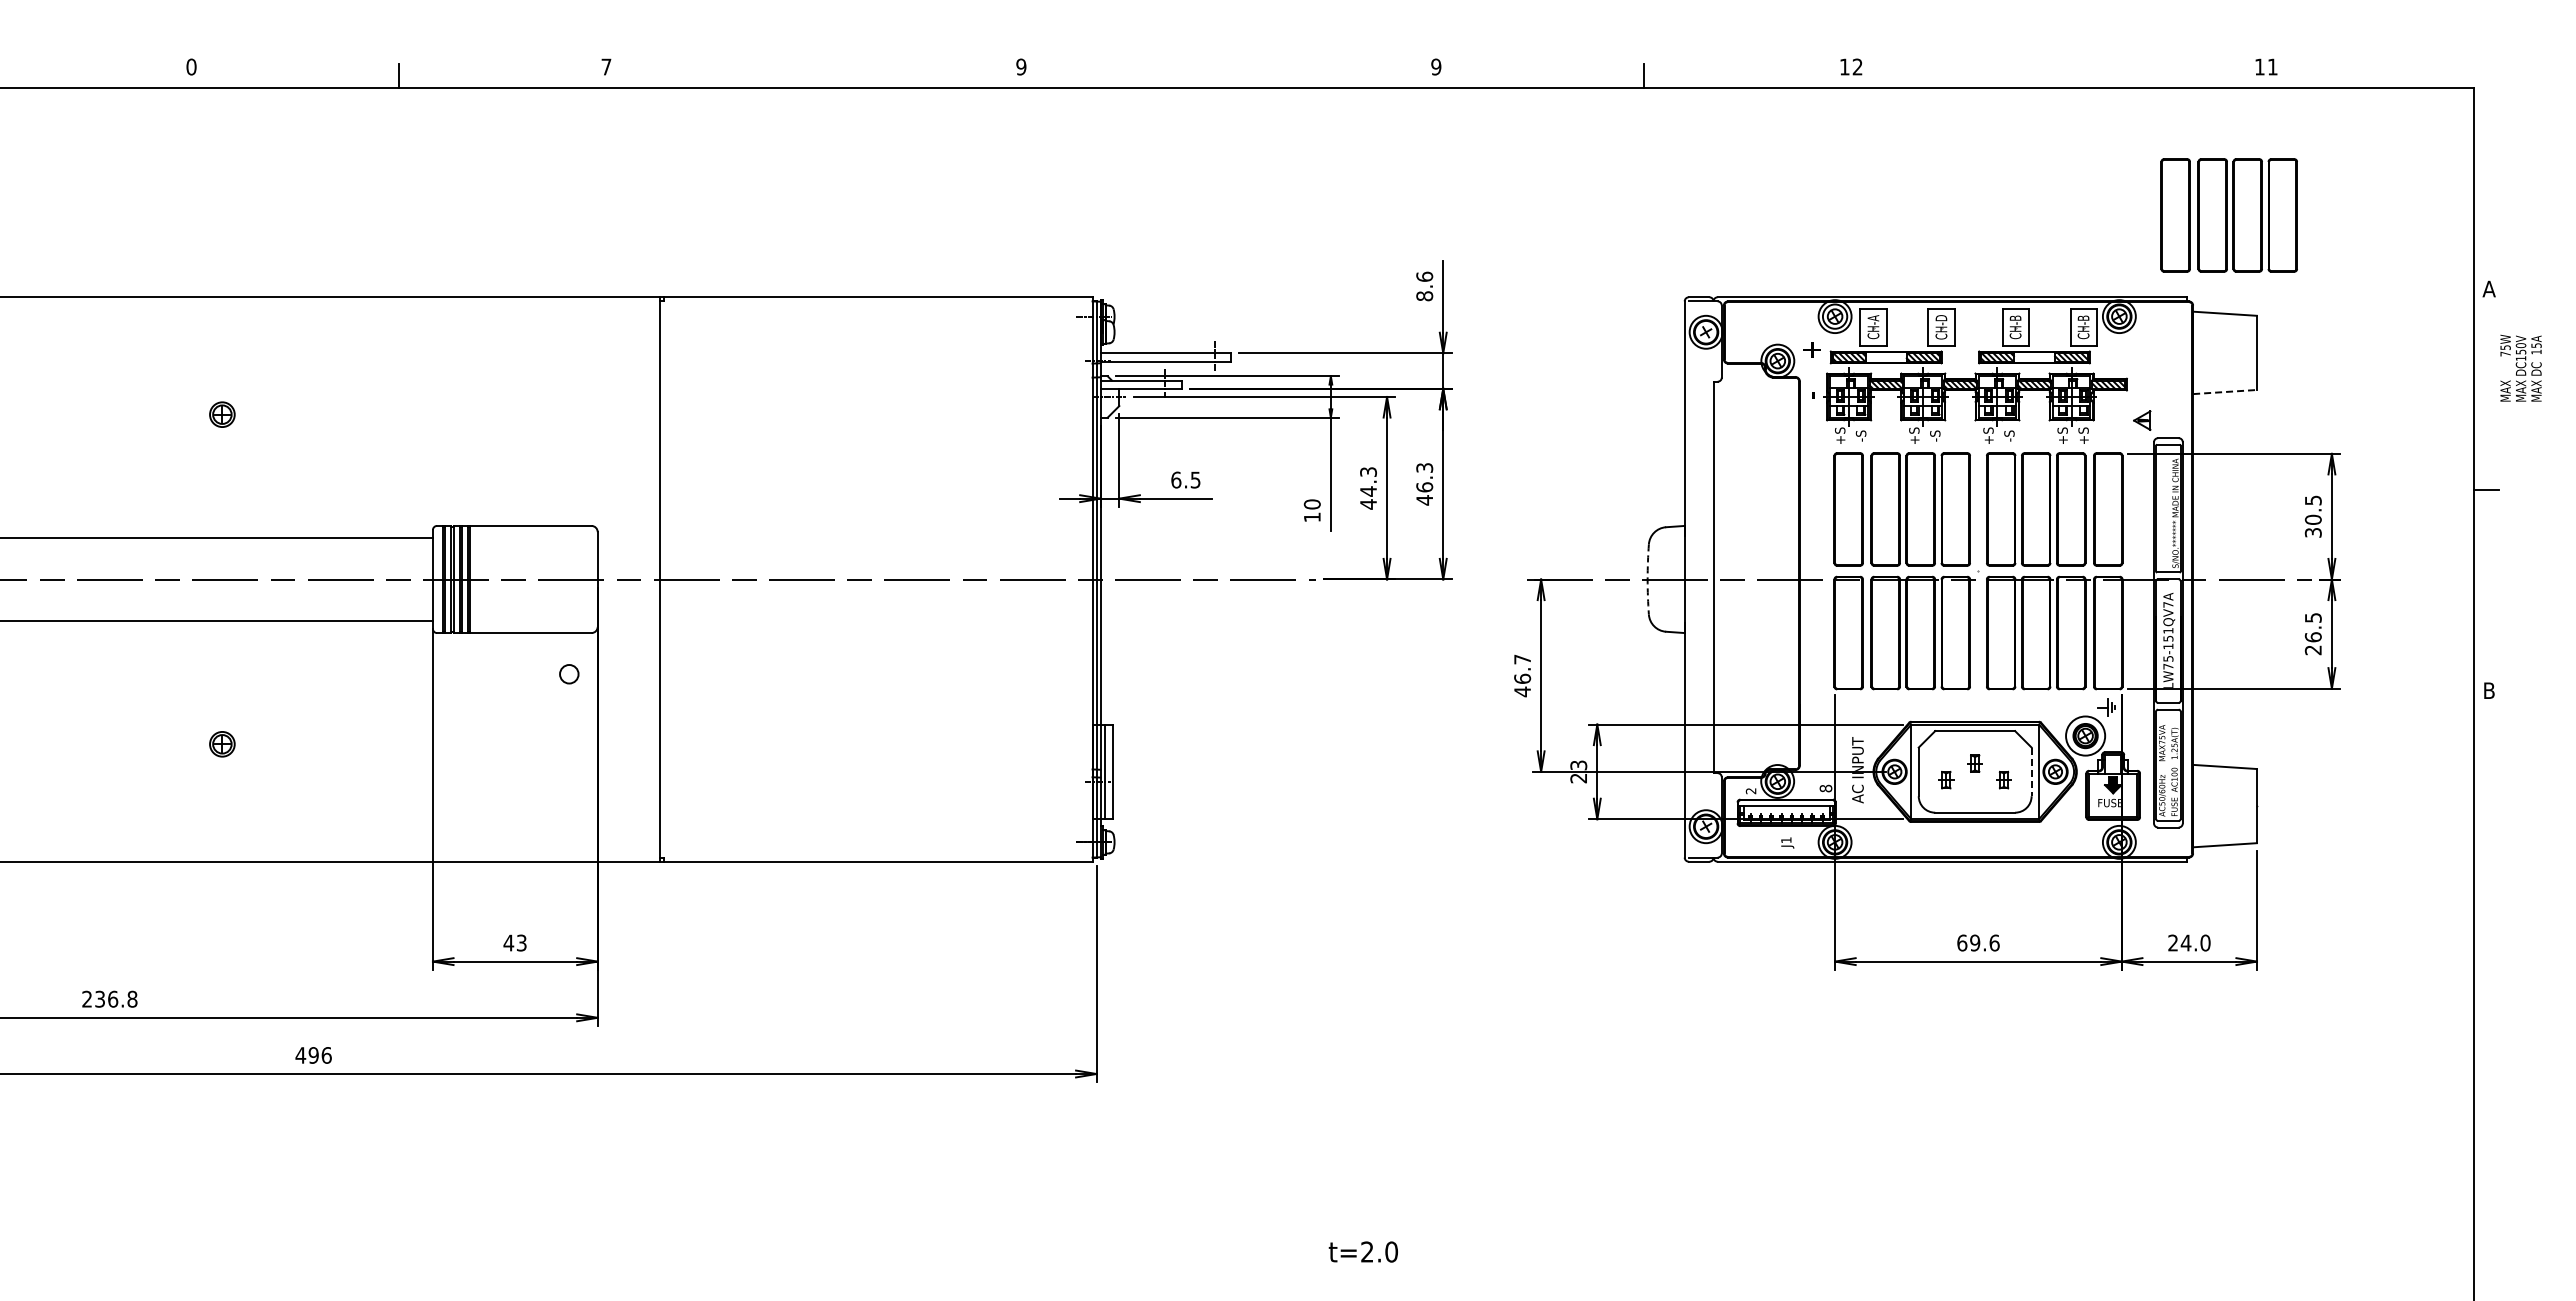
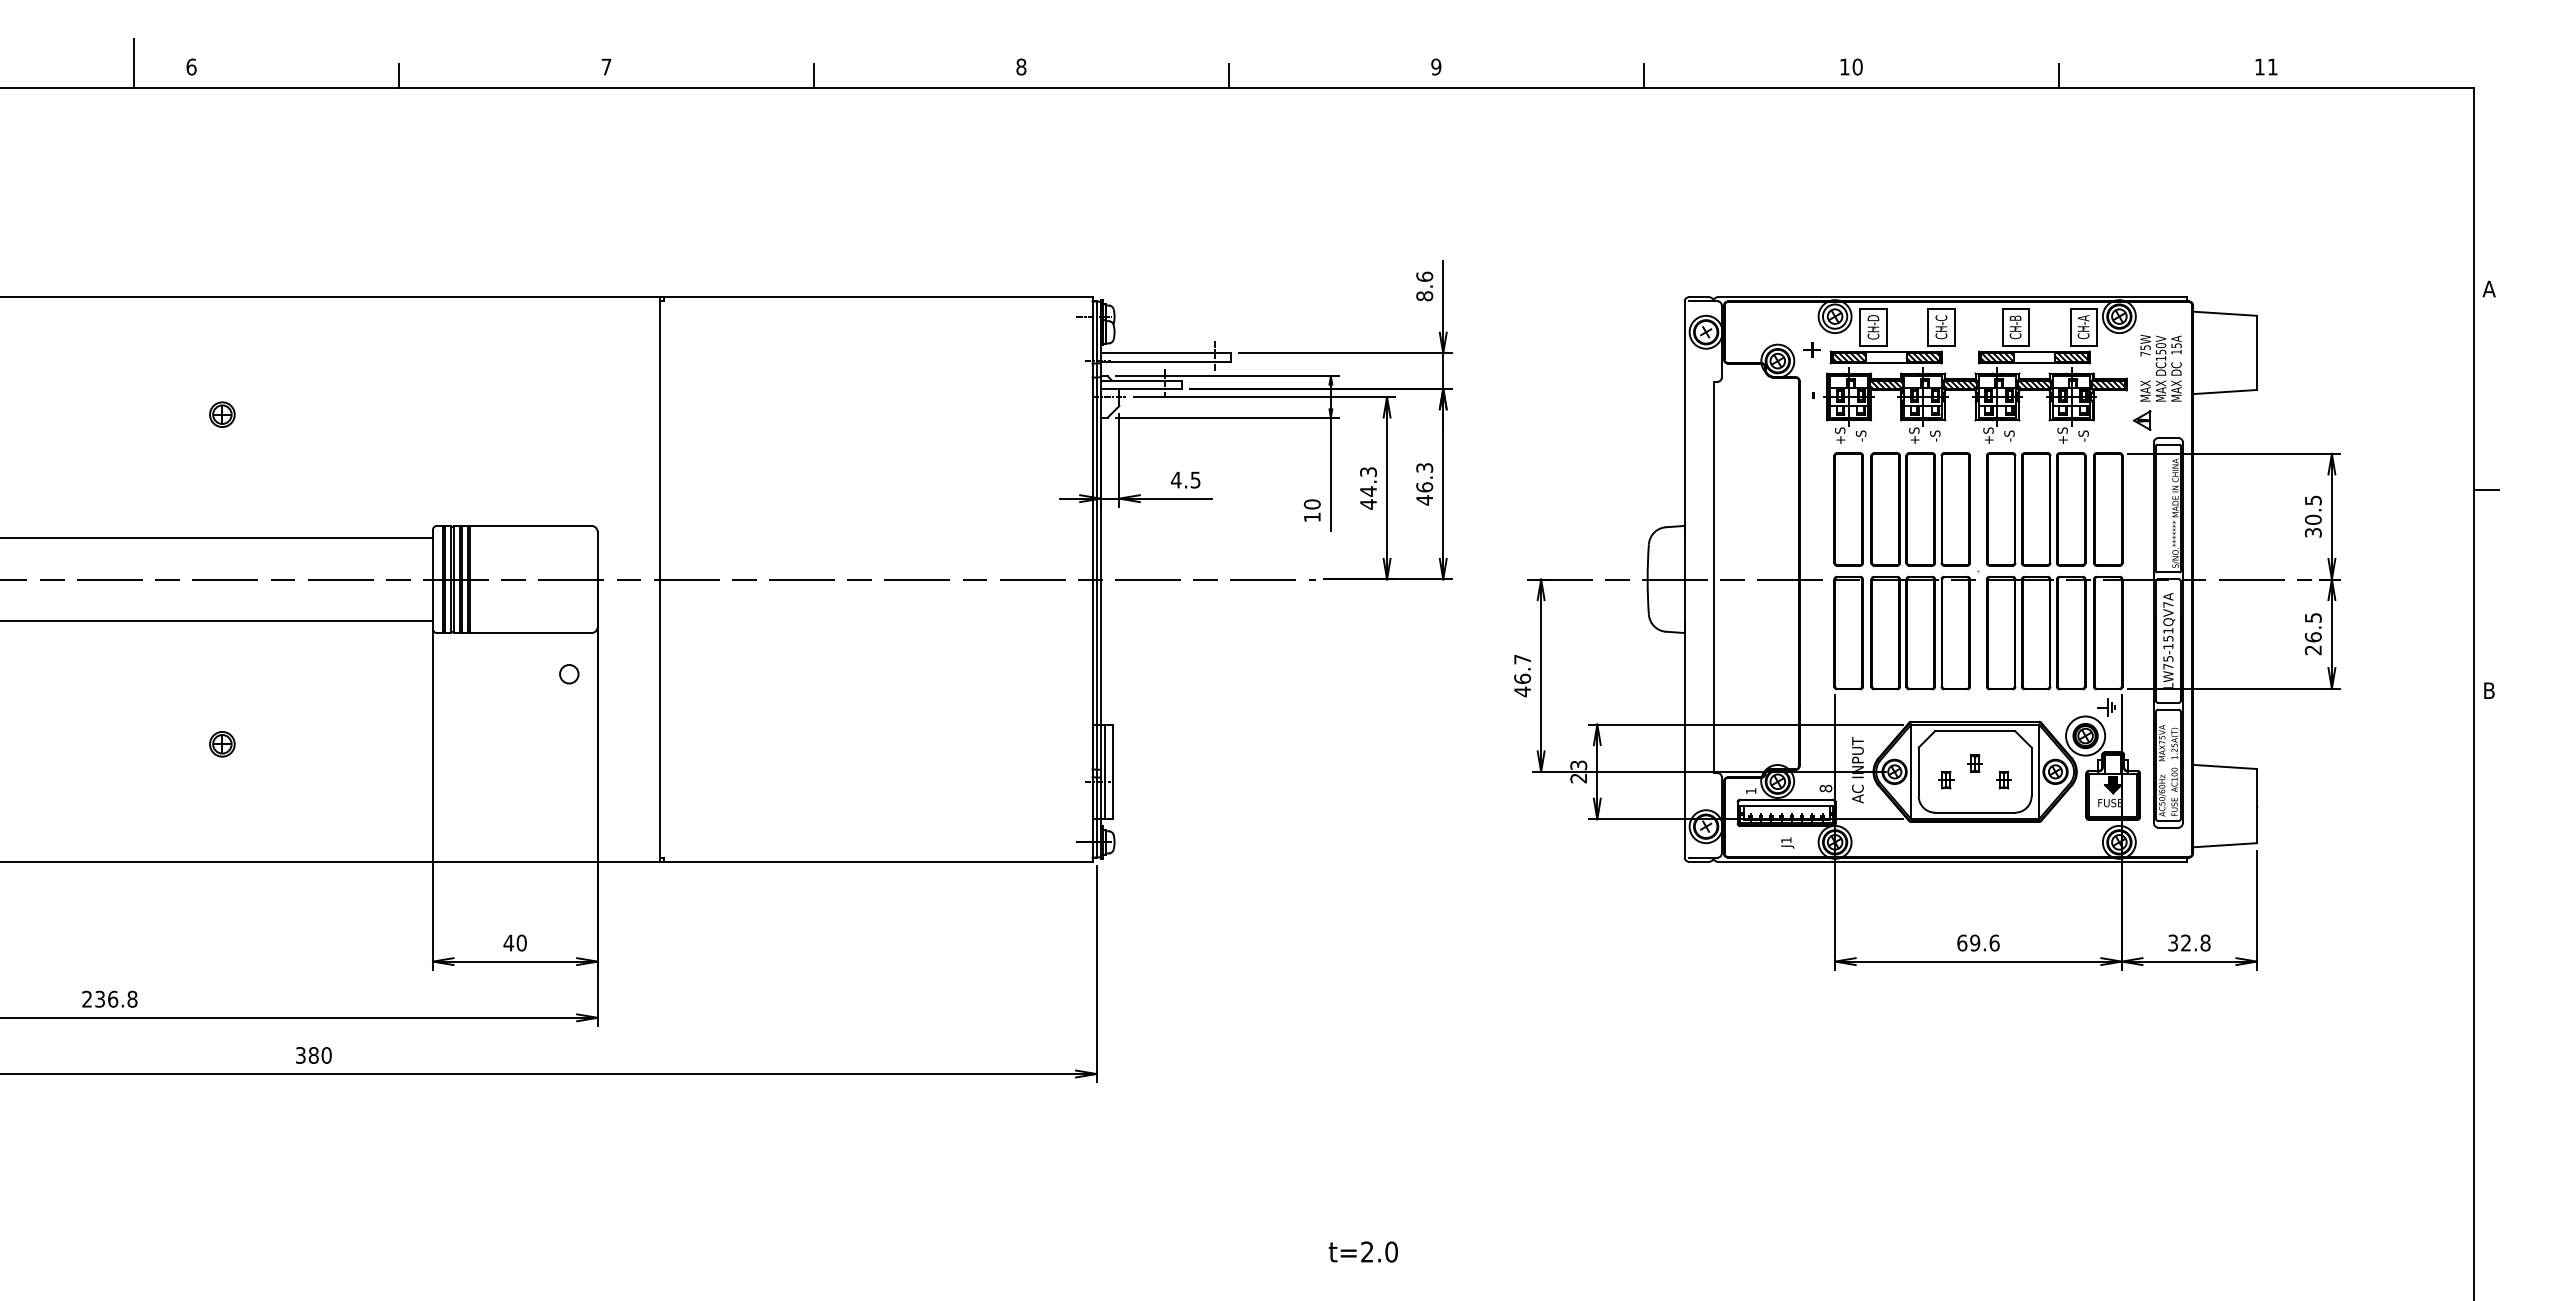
line at (134, 63): none -> present
text at (191, 66): 0 -> 6
text at (1021, 66): 9 -> 8
text at (1857, 66): 12 -> 10
line at (813, 75): none -> present
line at (1228, 75): none -> present
line at (2058, 75): none -> present
part at (2228, 215): present -> none
text at (2083, 318): CH-B -> CH-A
text at (1873, 327): CH-A -> CH-D
text at (1941, 327): CH-D -> CH-C
text at (2520, 367) position: (2520, 367) -> (2160, 367)
line at (2225, 392): dashed -> solid
text at (2083, 435): +S -> -S
text at (1175, 479): 6.5 -> 4.5
arc at (1647, 579): dashed -> solid
line at (2031, 772): dashed -> solid
text at (1750, 791): 2 -> 1
text at (521, 942): 43 -> 40
text at (2189, 942): 24.0 -> 32.8
text at (313, 1055): 496 -> 380
